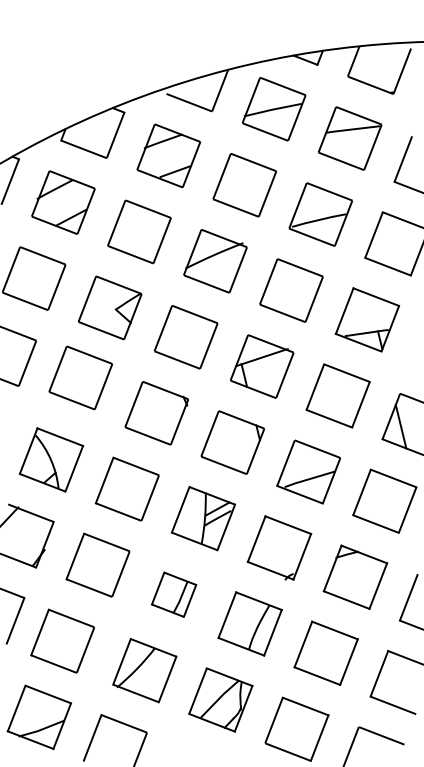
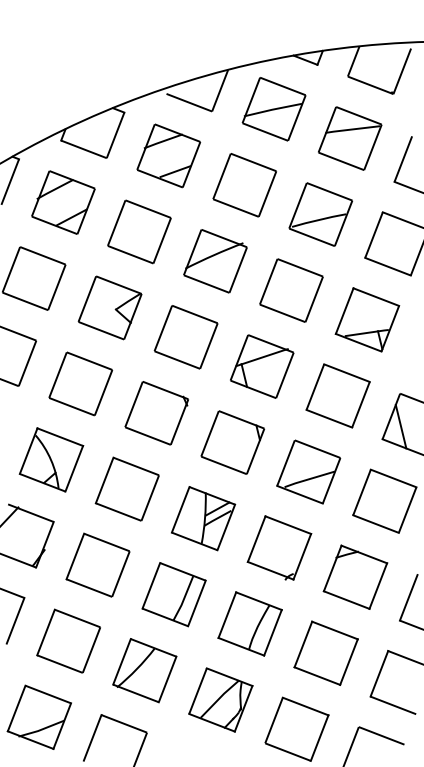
part at (80, 377) position: (80, 377) -> (80, 383)
part at (174, 594) size: 47x47 px -> 66x66 px
part at (62, 640) position: (62, 640) -> (68, 640)
